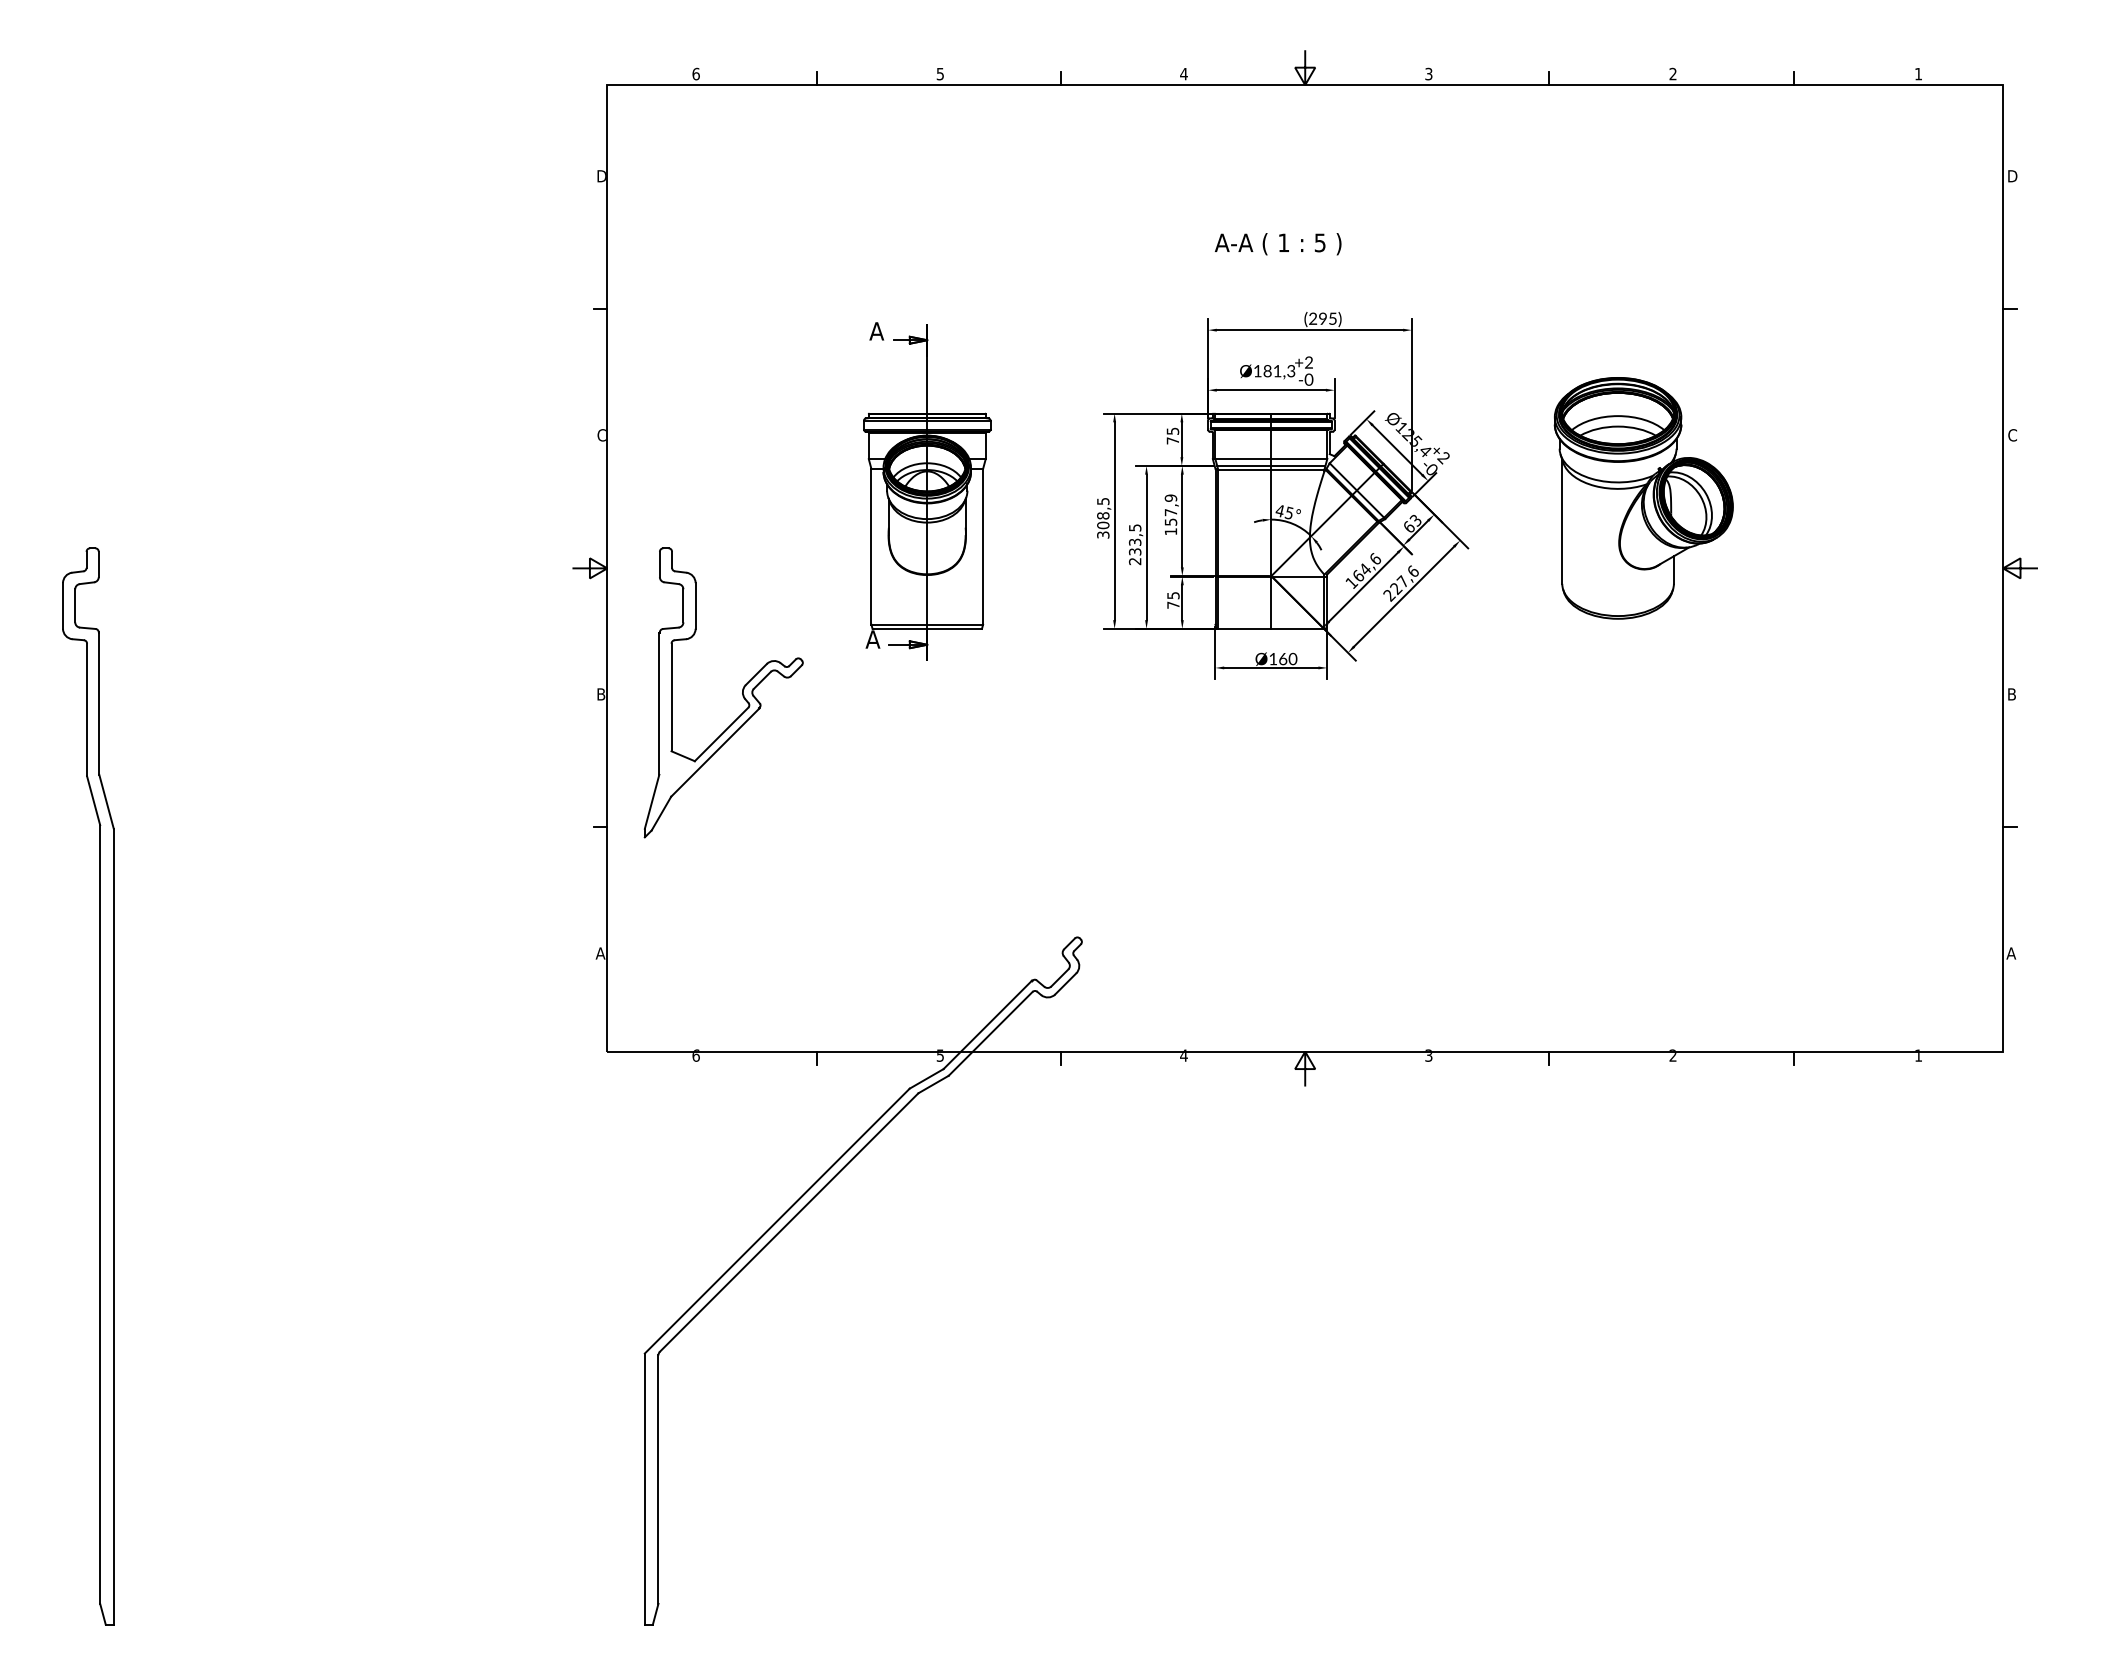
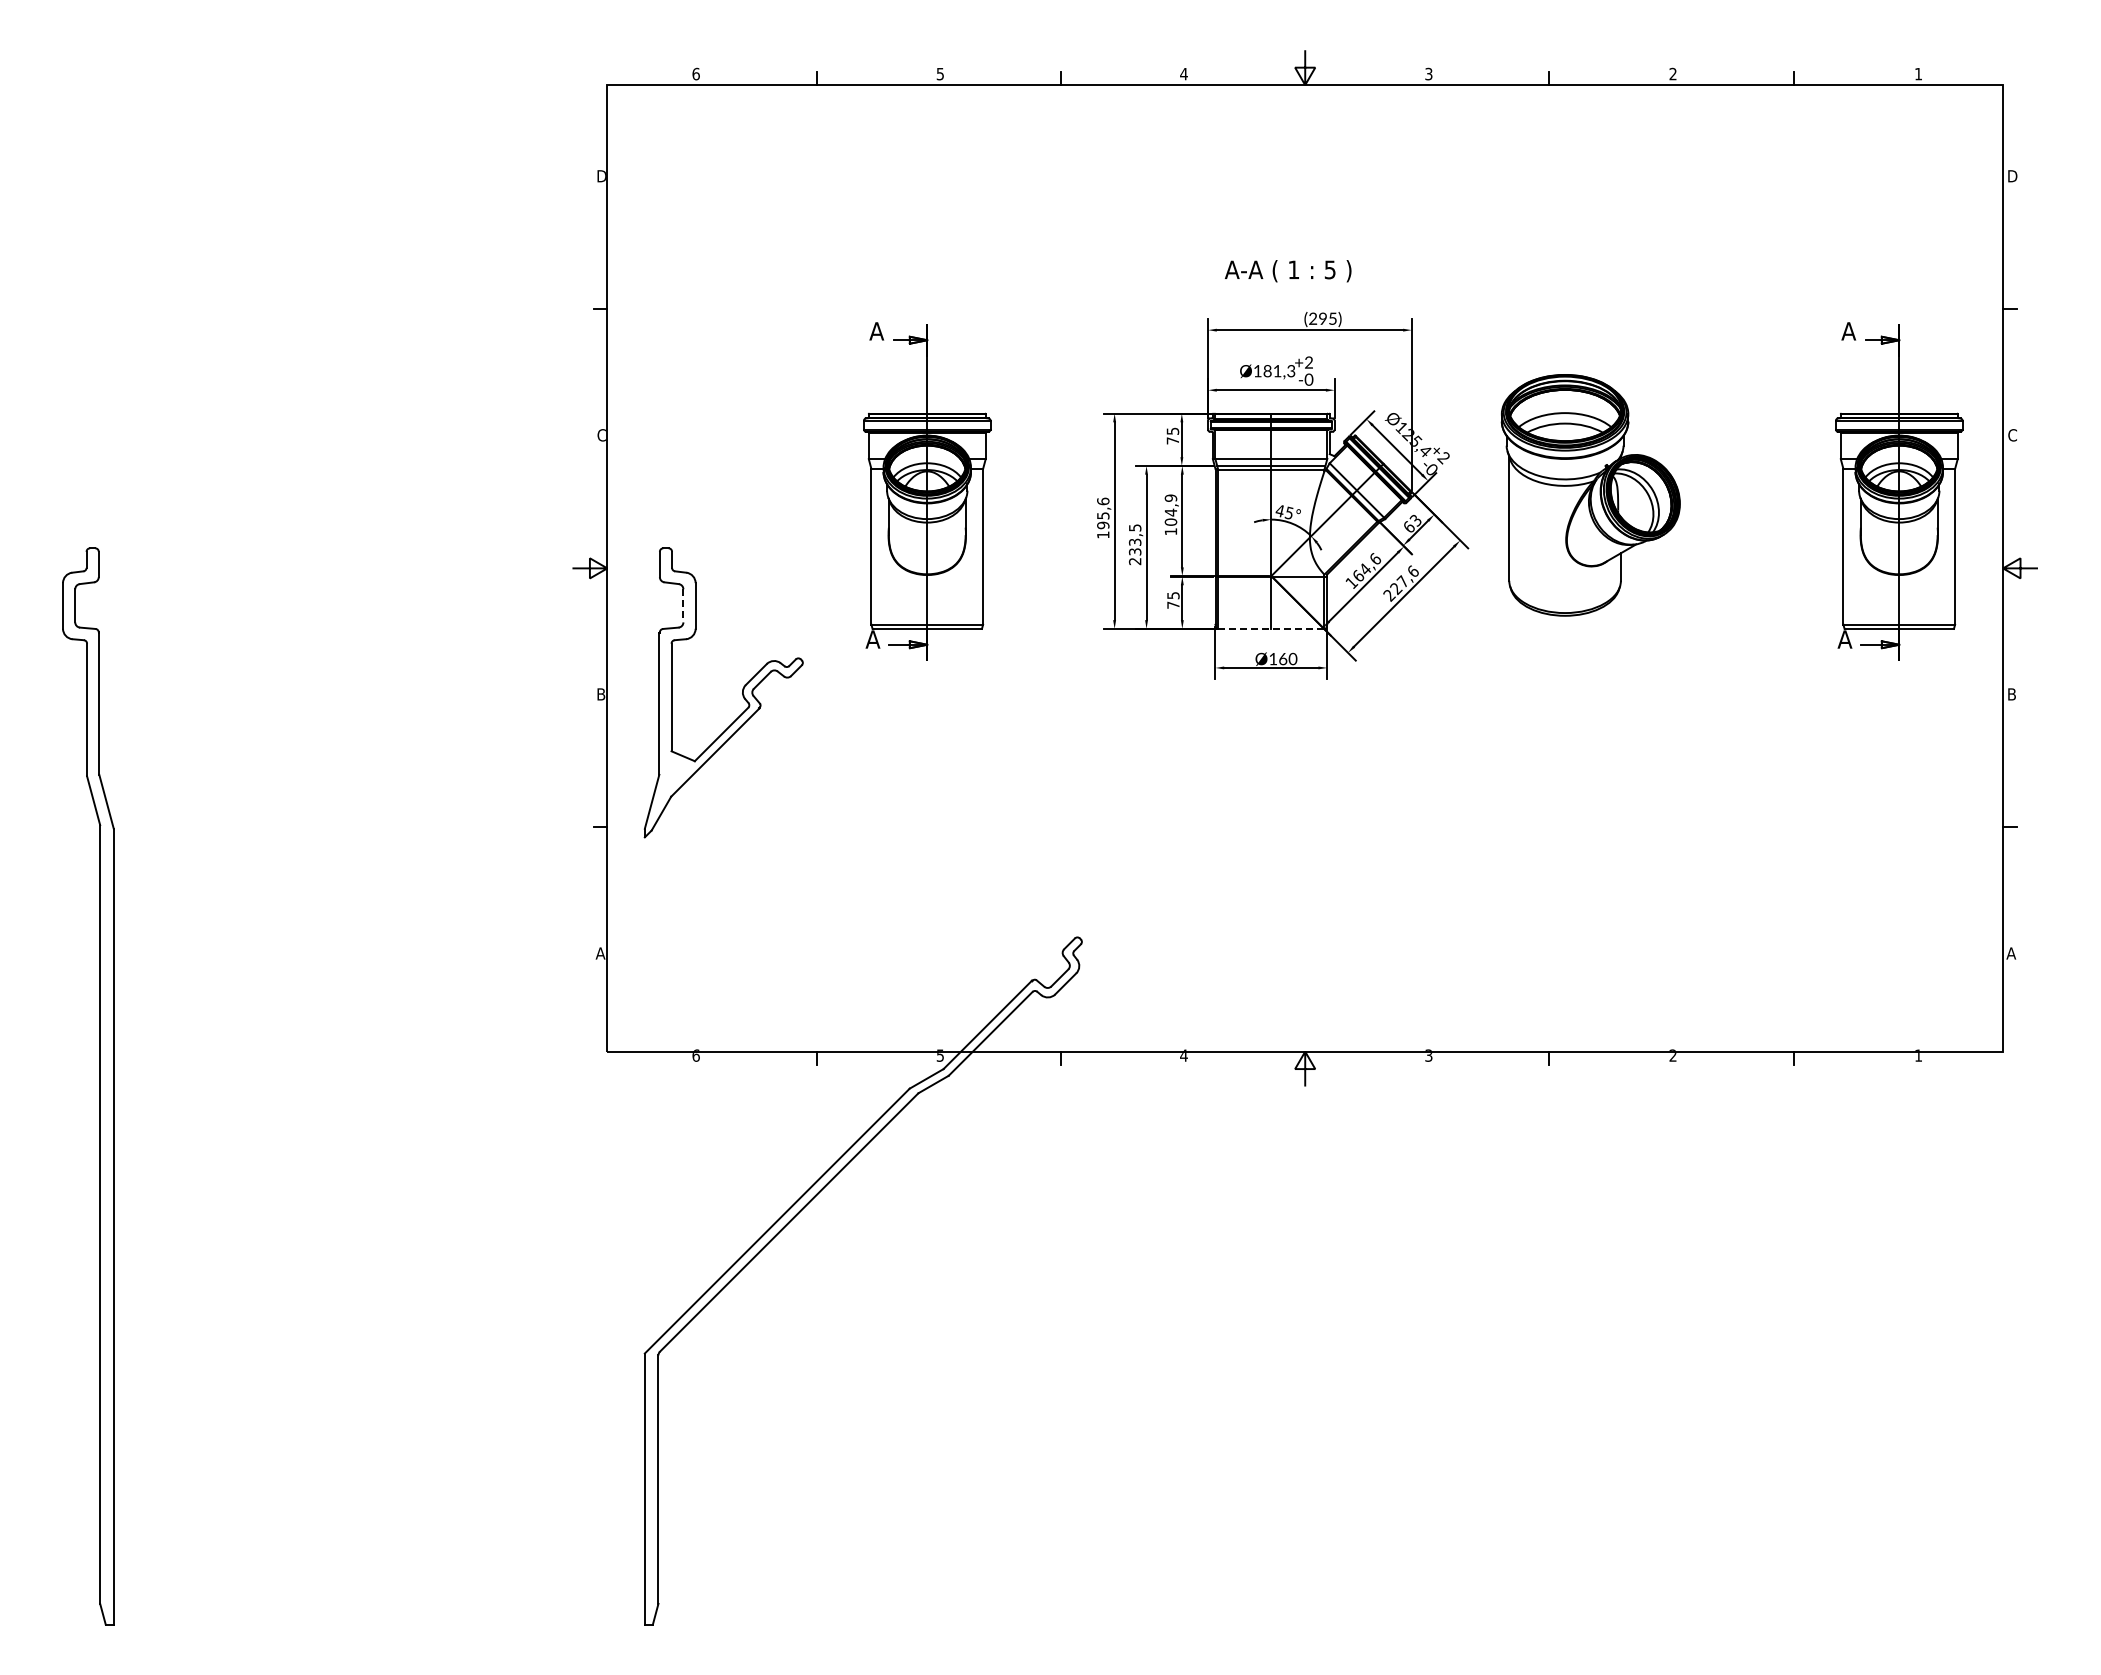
text at (1278, 244) position: (1278, 244) -> (1288, 271)
part at (1899, 491): none -> present
part at (1643, 498) position: (1643, 498) -> (1590, 495)
text at (1170, 516): 157,9 -> 104,9
text at (1103, 517): 308,5 -> 195,6
line at (683, 605): solid -> dashed
line at (1270, 628): solid -> dashed
